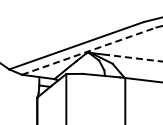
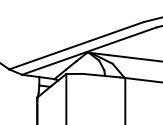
line at (89, 50): dashed -> solid
line at (135, 58): dashed -> solid
